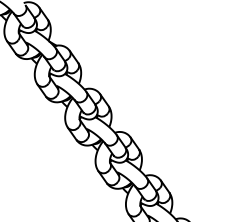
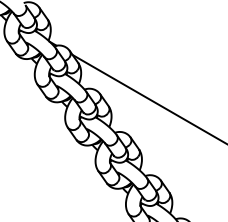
line at (148, 98): none -> present
